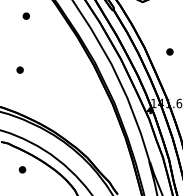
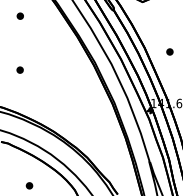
part at (25, 15) position: (25, 15) -> (19, 15)
part at (22, 169) position: (22, 169) -> (29, 185)
